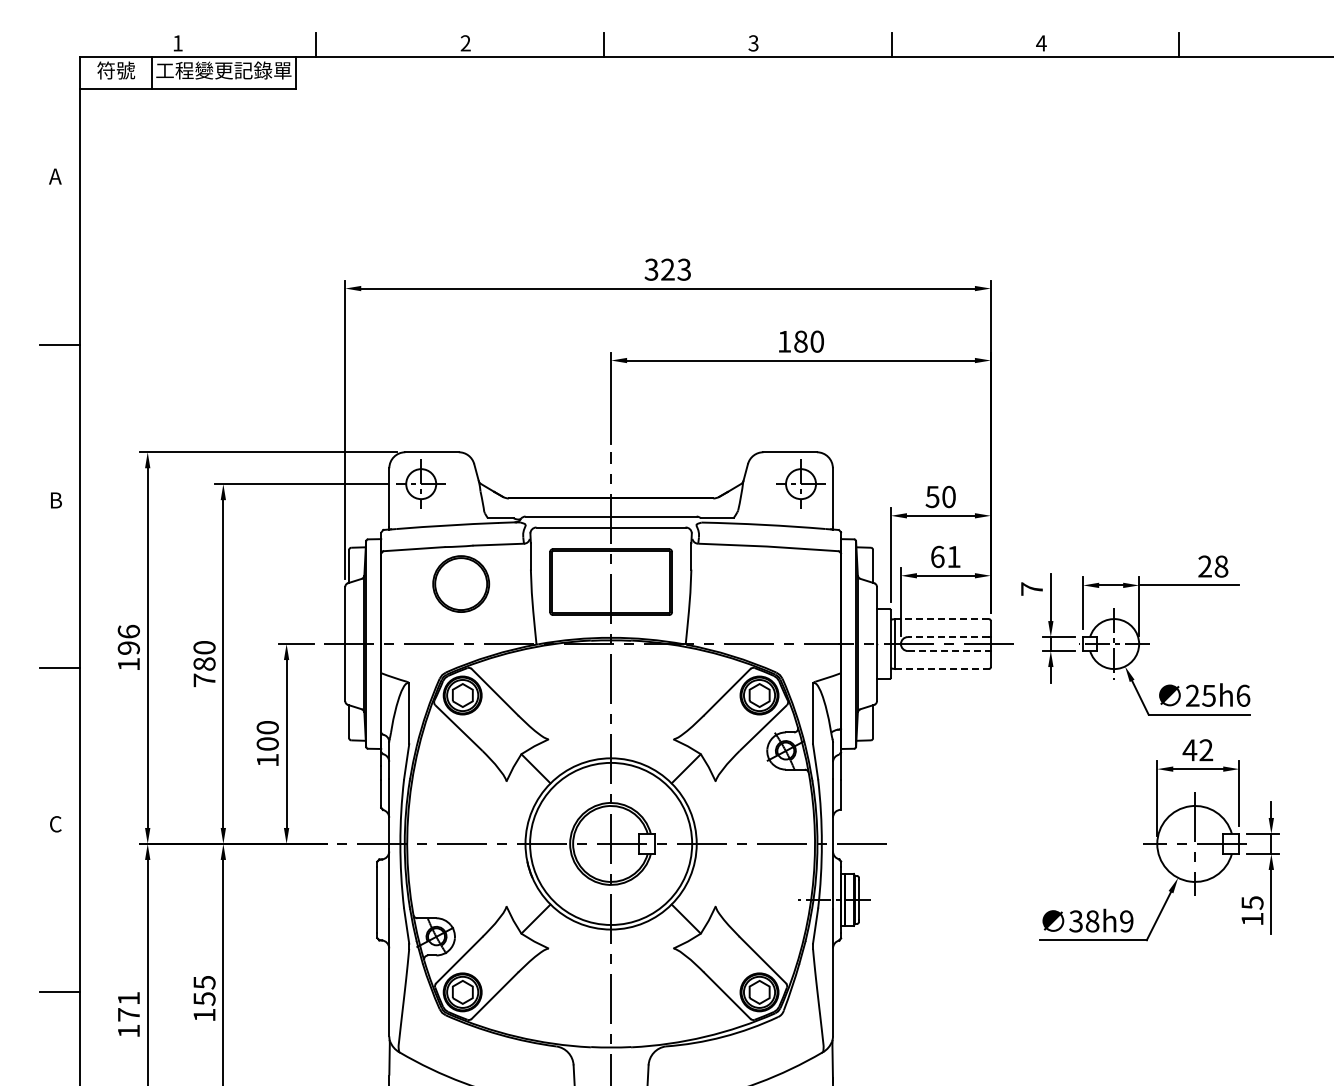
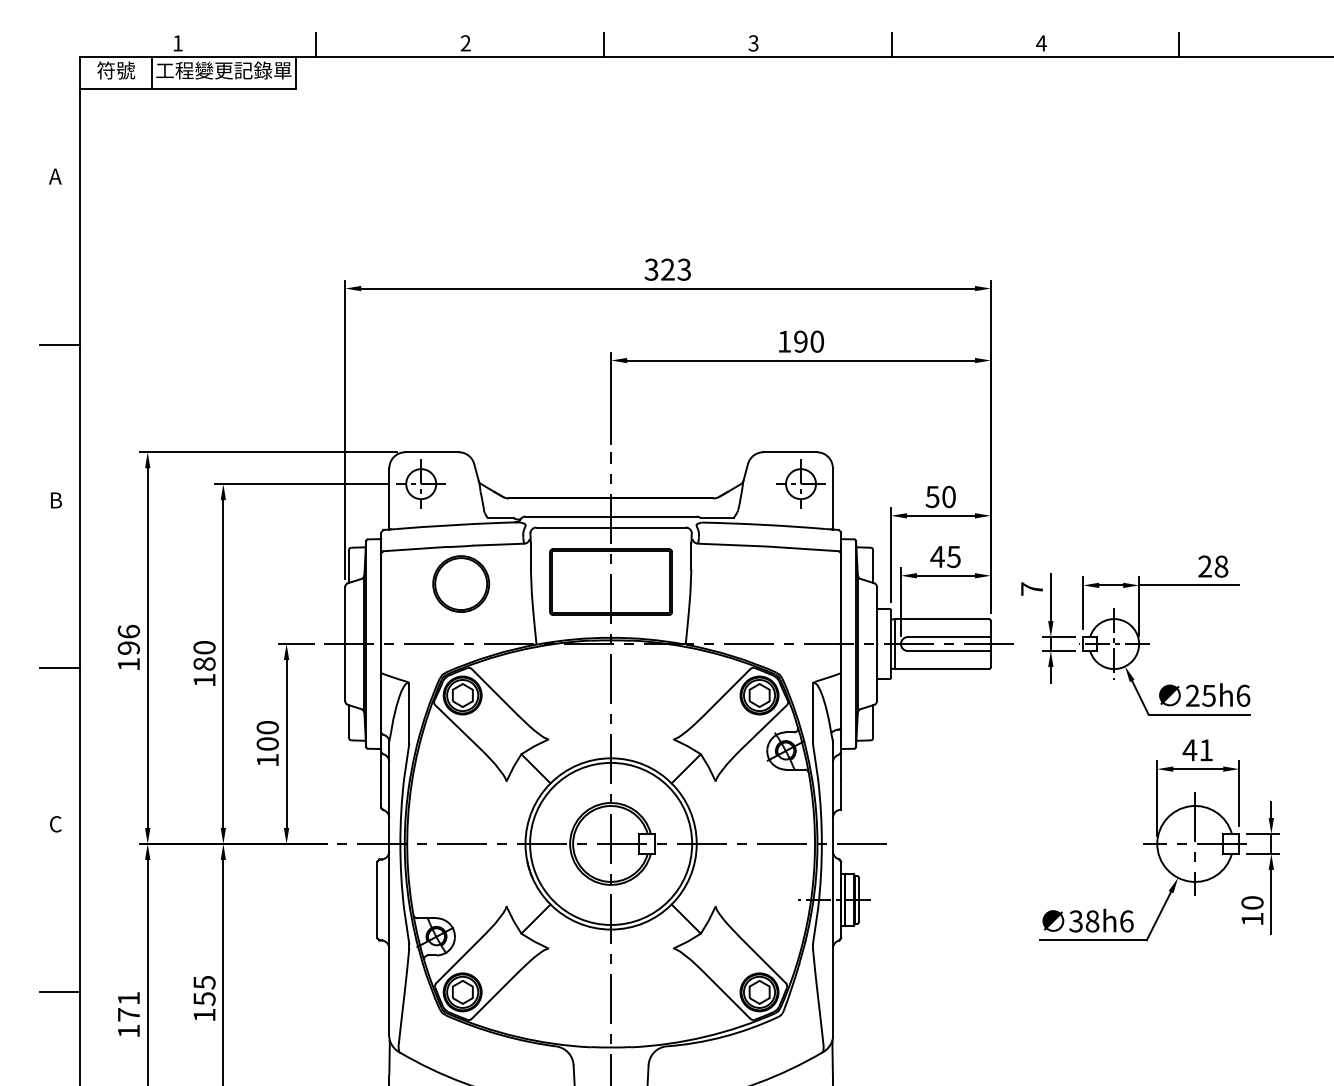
text at (800, 341): 180 -> 190
text at (945, 556): 61 -> 45
line at (941, 619): dashed -> solid
line at (947, 637): dashed -> solid
line at (948, 651): dashed -> solid
line at (941, 669): dashed -> solid
text at (204, 680): 780 -> 180
text at (1206, 750): 42 -> 41
text at (1252, 902): 15 -> 10
text at (1126, 921): 38h9 -> 38h6
